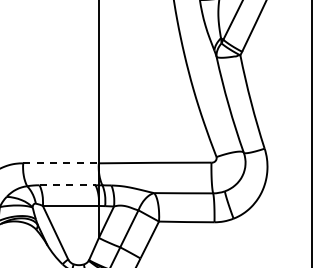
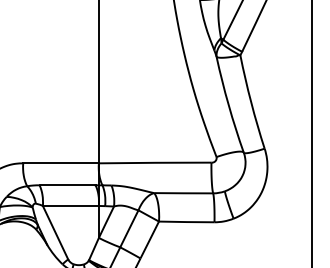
line at (61, 163): dashed -> solid
line at (68, 185): dashed -> solid
